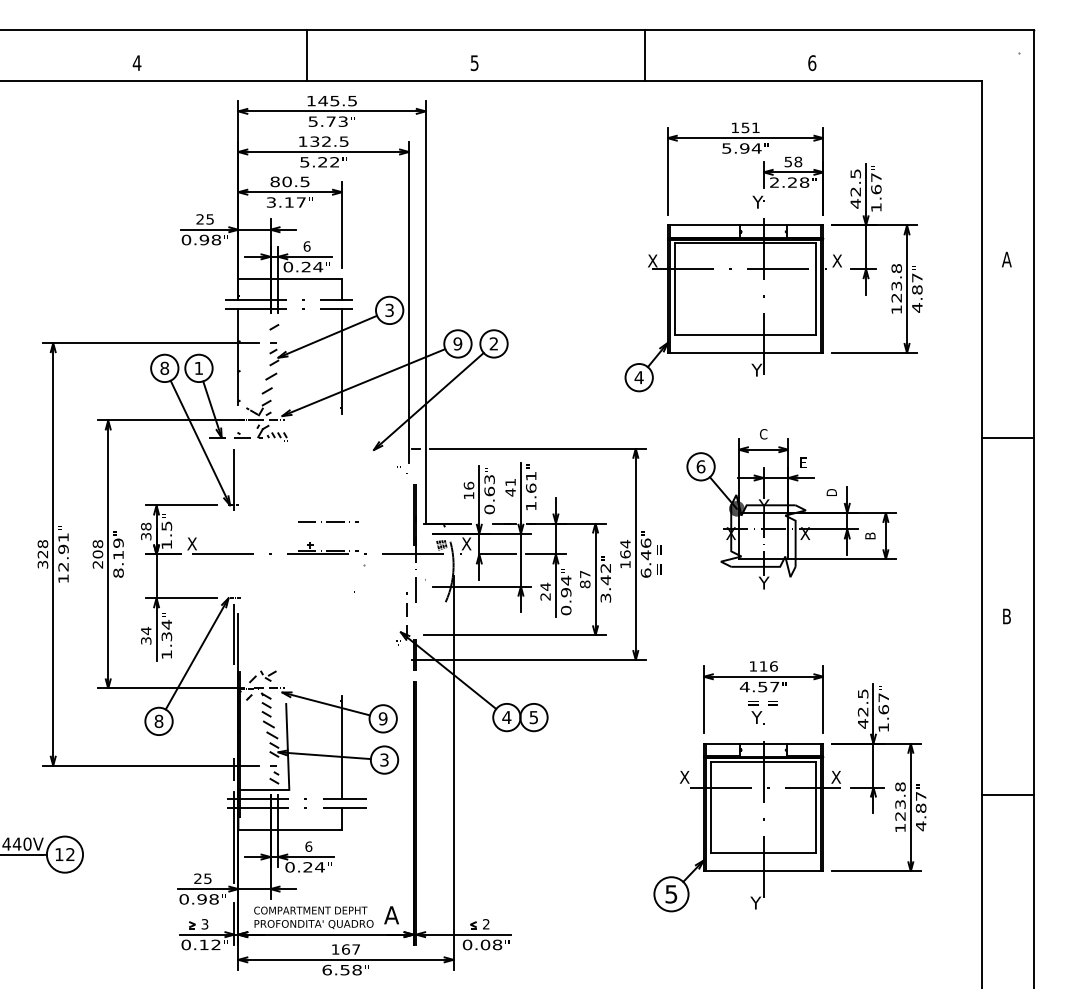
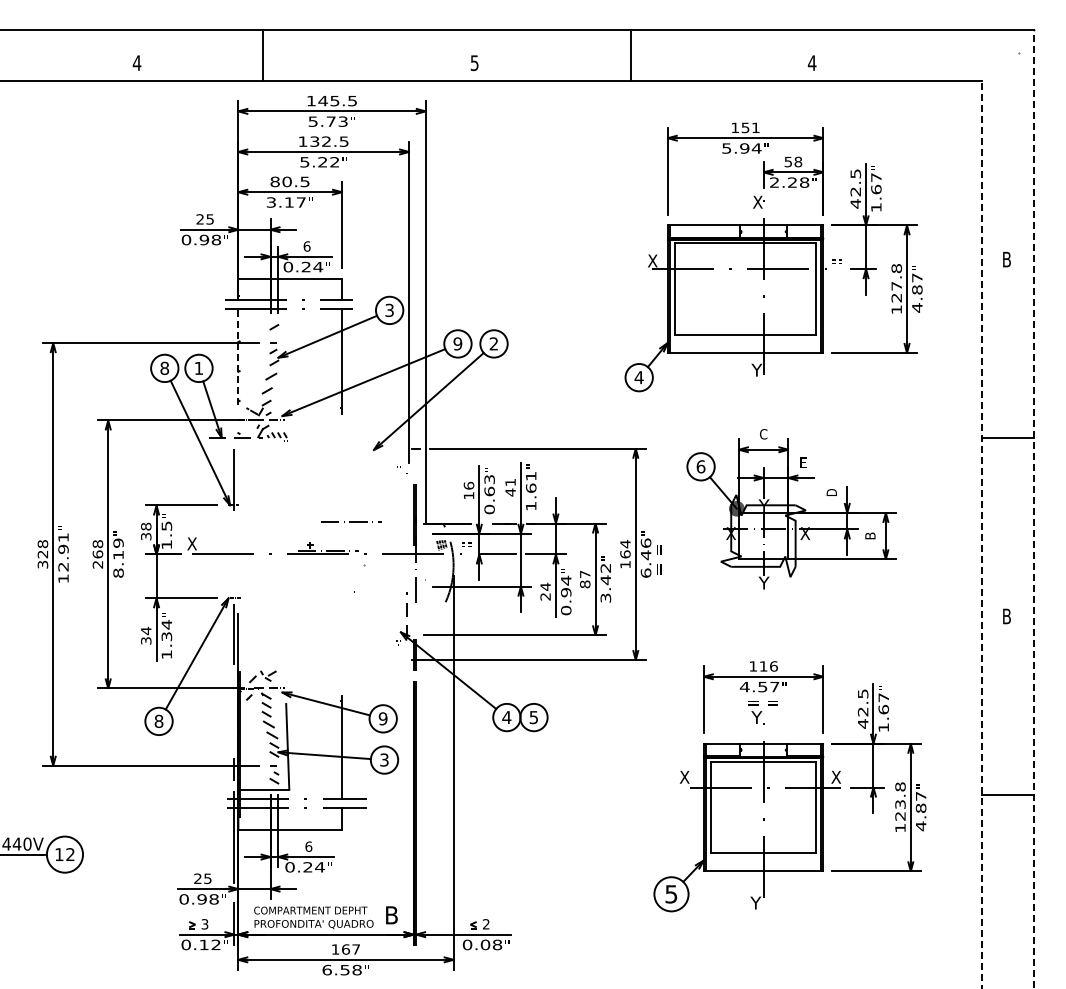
line at (307, 55) position: (307, 55) -> (263, 55)
line at (644, 55) position: (644, 55) -> (630, 55)
text at (811, 63): 6 -> 4
text at (757, 201): Y -> X
text at (1006, 259): A -> B
text at (837, 260): X -> = =
text at (896, 285): 123.8 -> 127.8
line at (238, 356): solid -> dashed
line at (1034, 508): solid -> dashed
line at (328, 521) position: (328, 521) -> (351, 521)
line at (982, 535): solid -> dashed
text at (466, 543): X -> = =
text at (97, 554): 208 -> 268
text at (391, 915): A -> B
